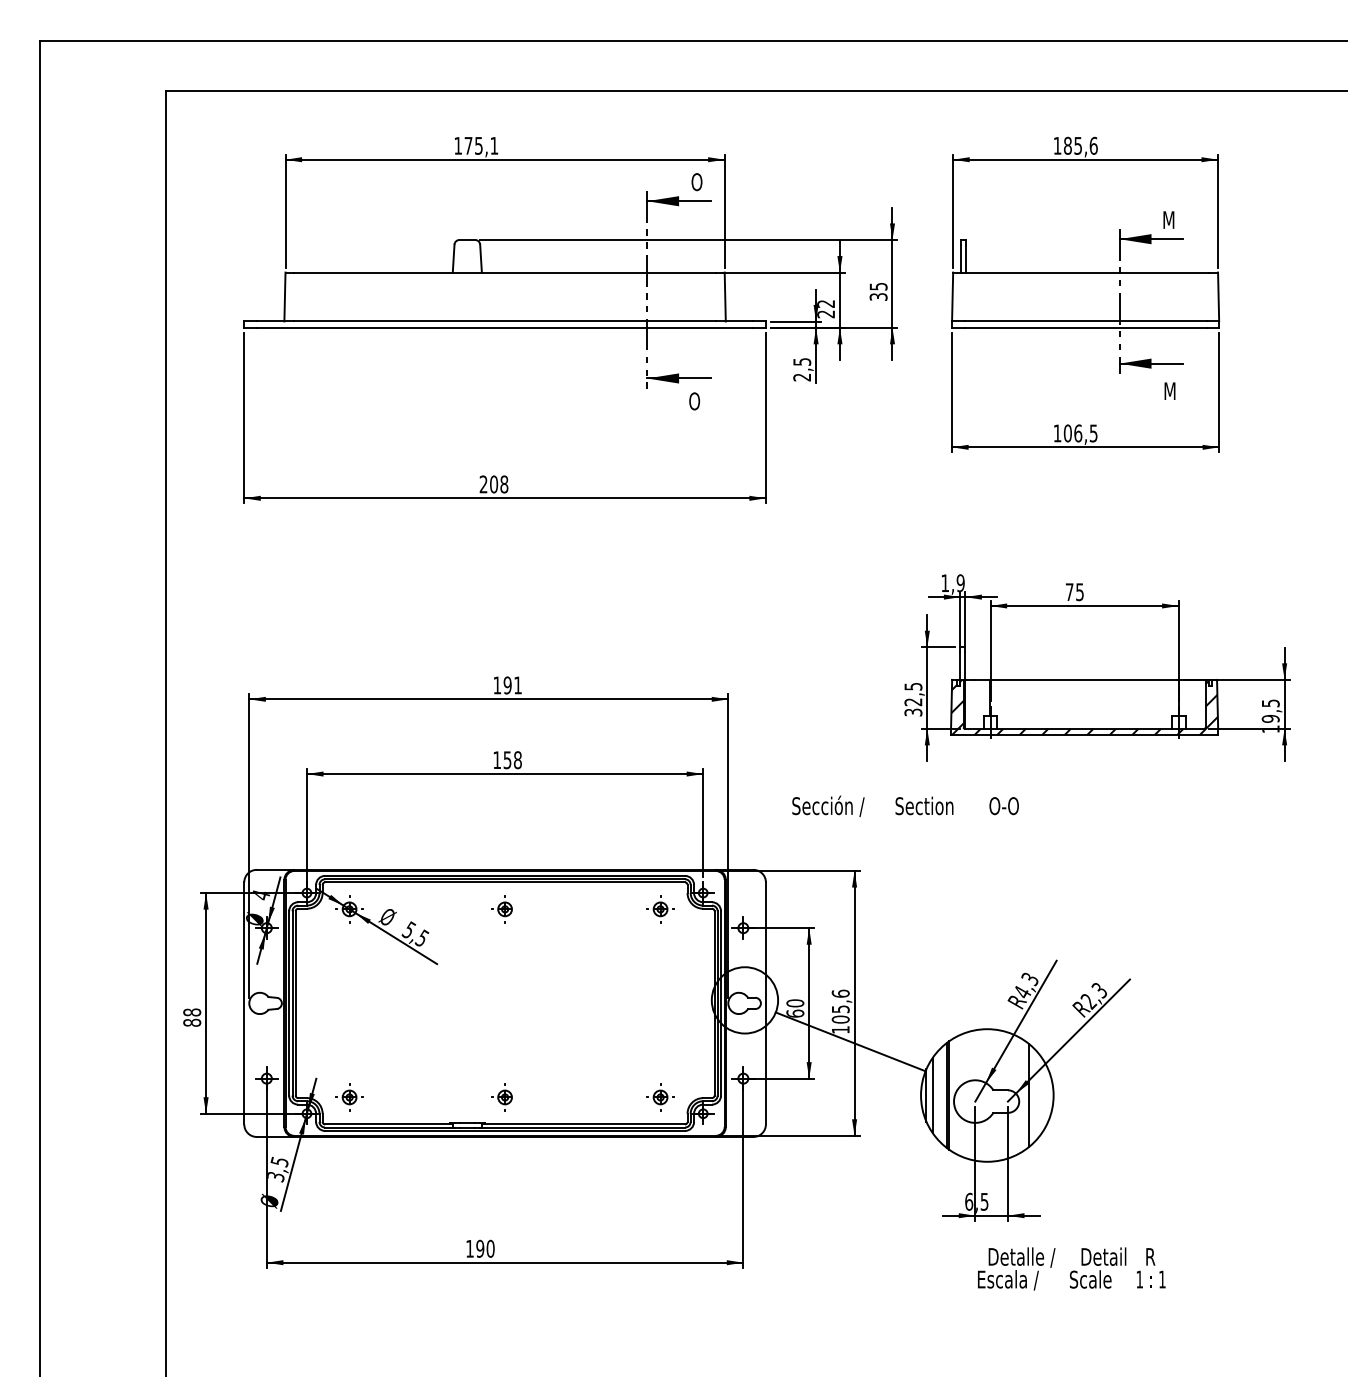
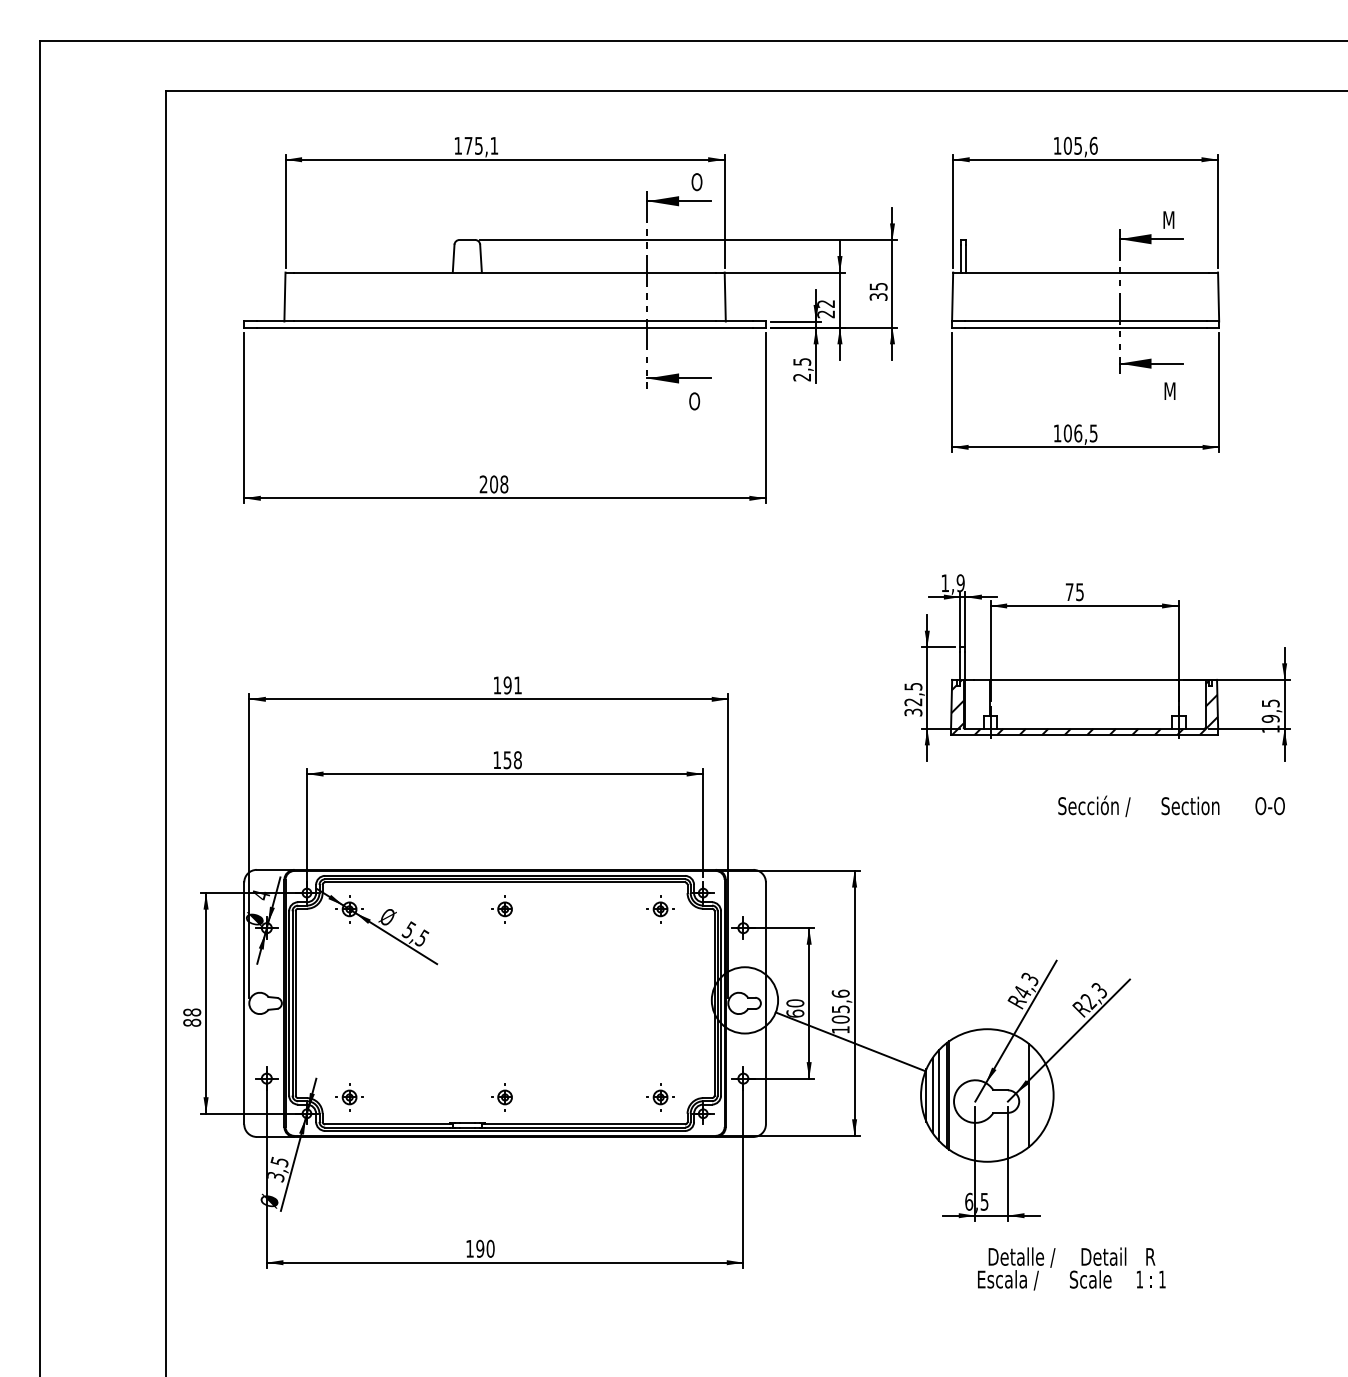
text at (1067, 145): 185,6 -> 105,6
text at (905, 805) position: (905, 805) -> (1171, 805)
line at (939, 1095): none -> present
